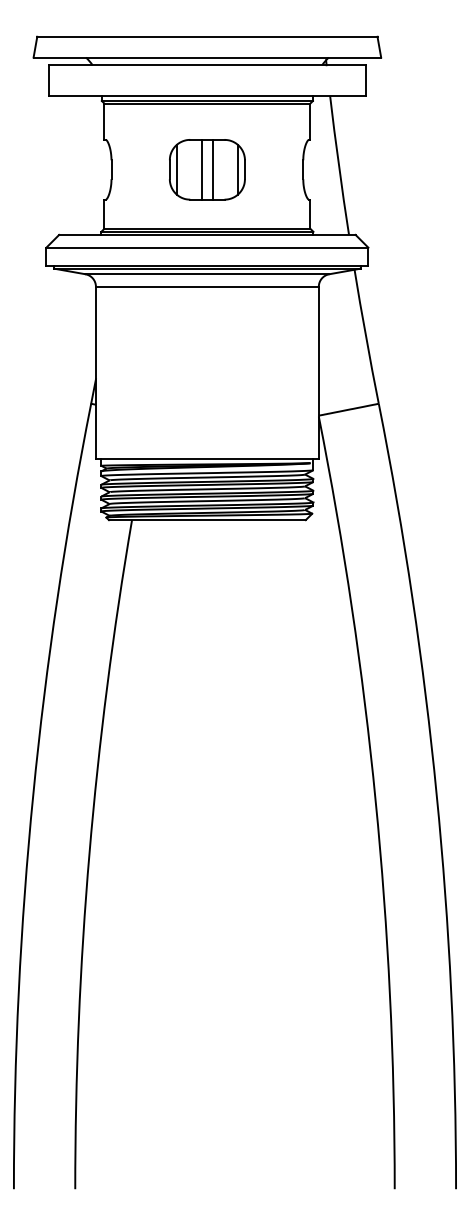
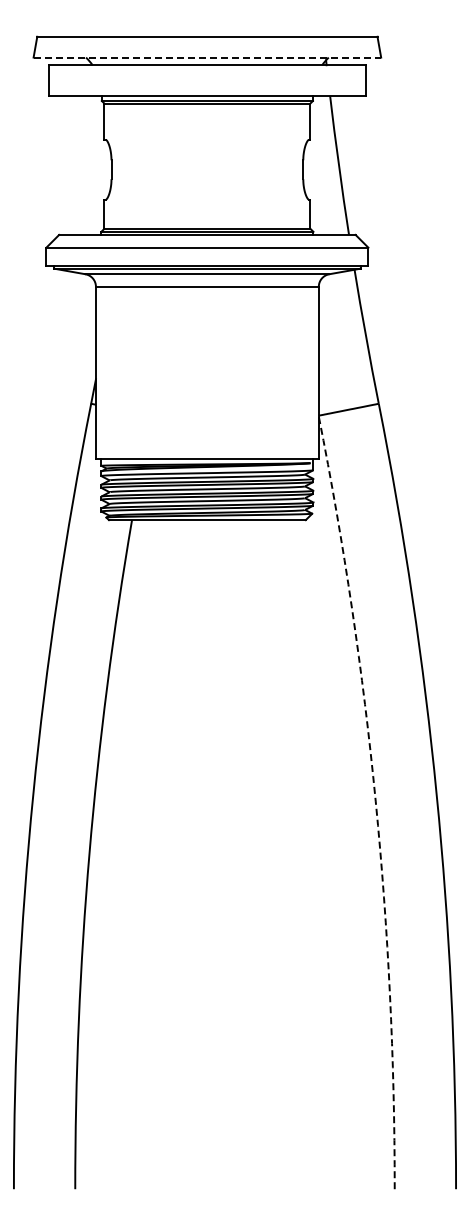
line at (207, 57): solid -> dashed
part at (207, 169): present -> none
arc at (375, 801): solid -> dashed
